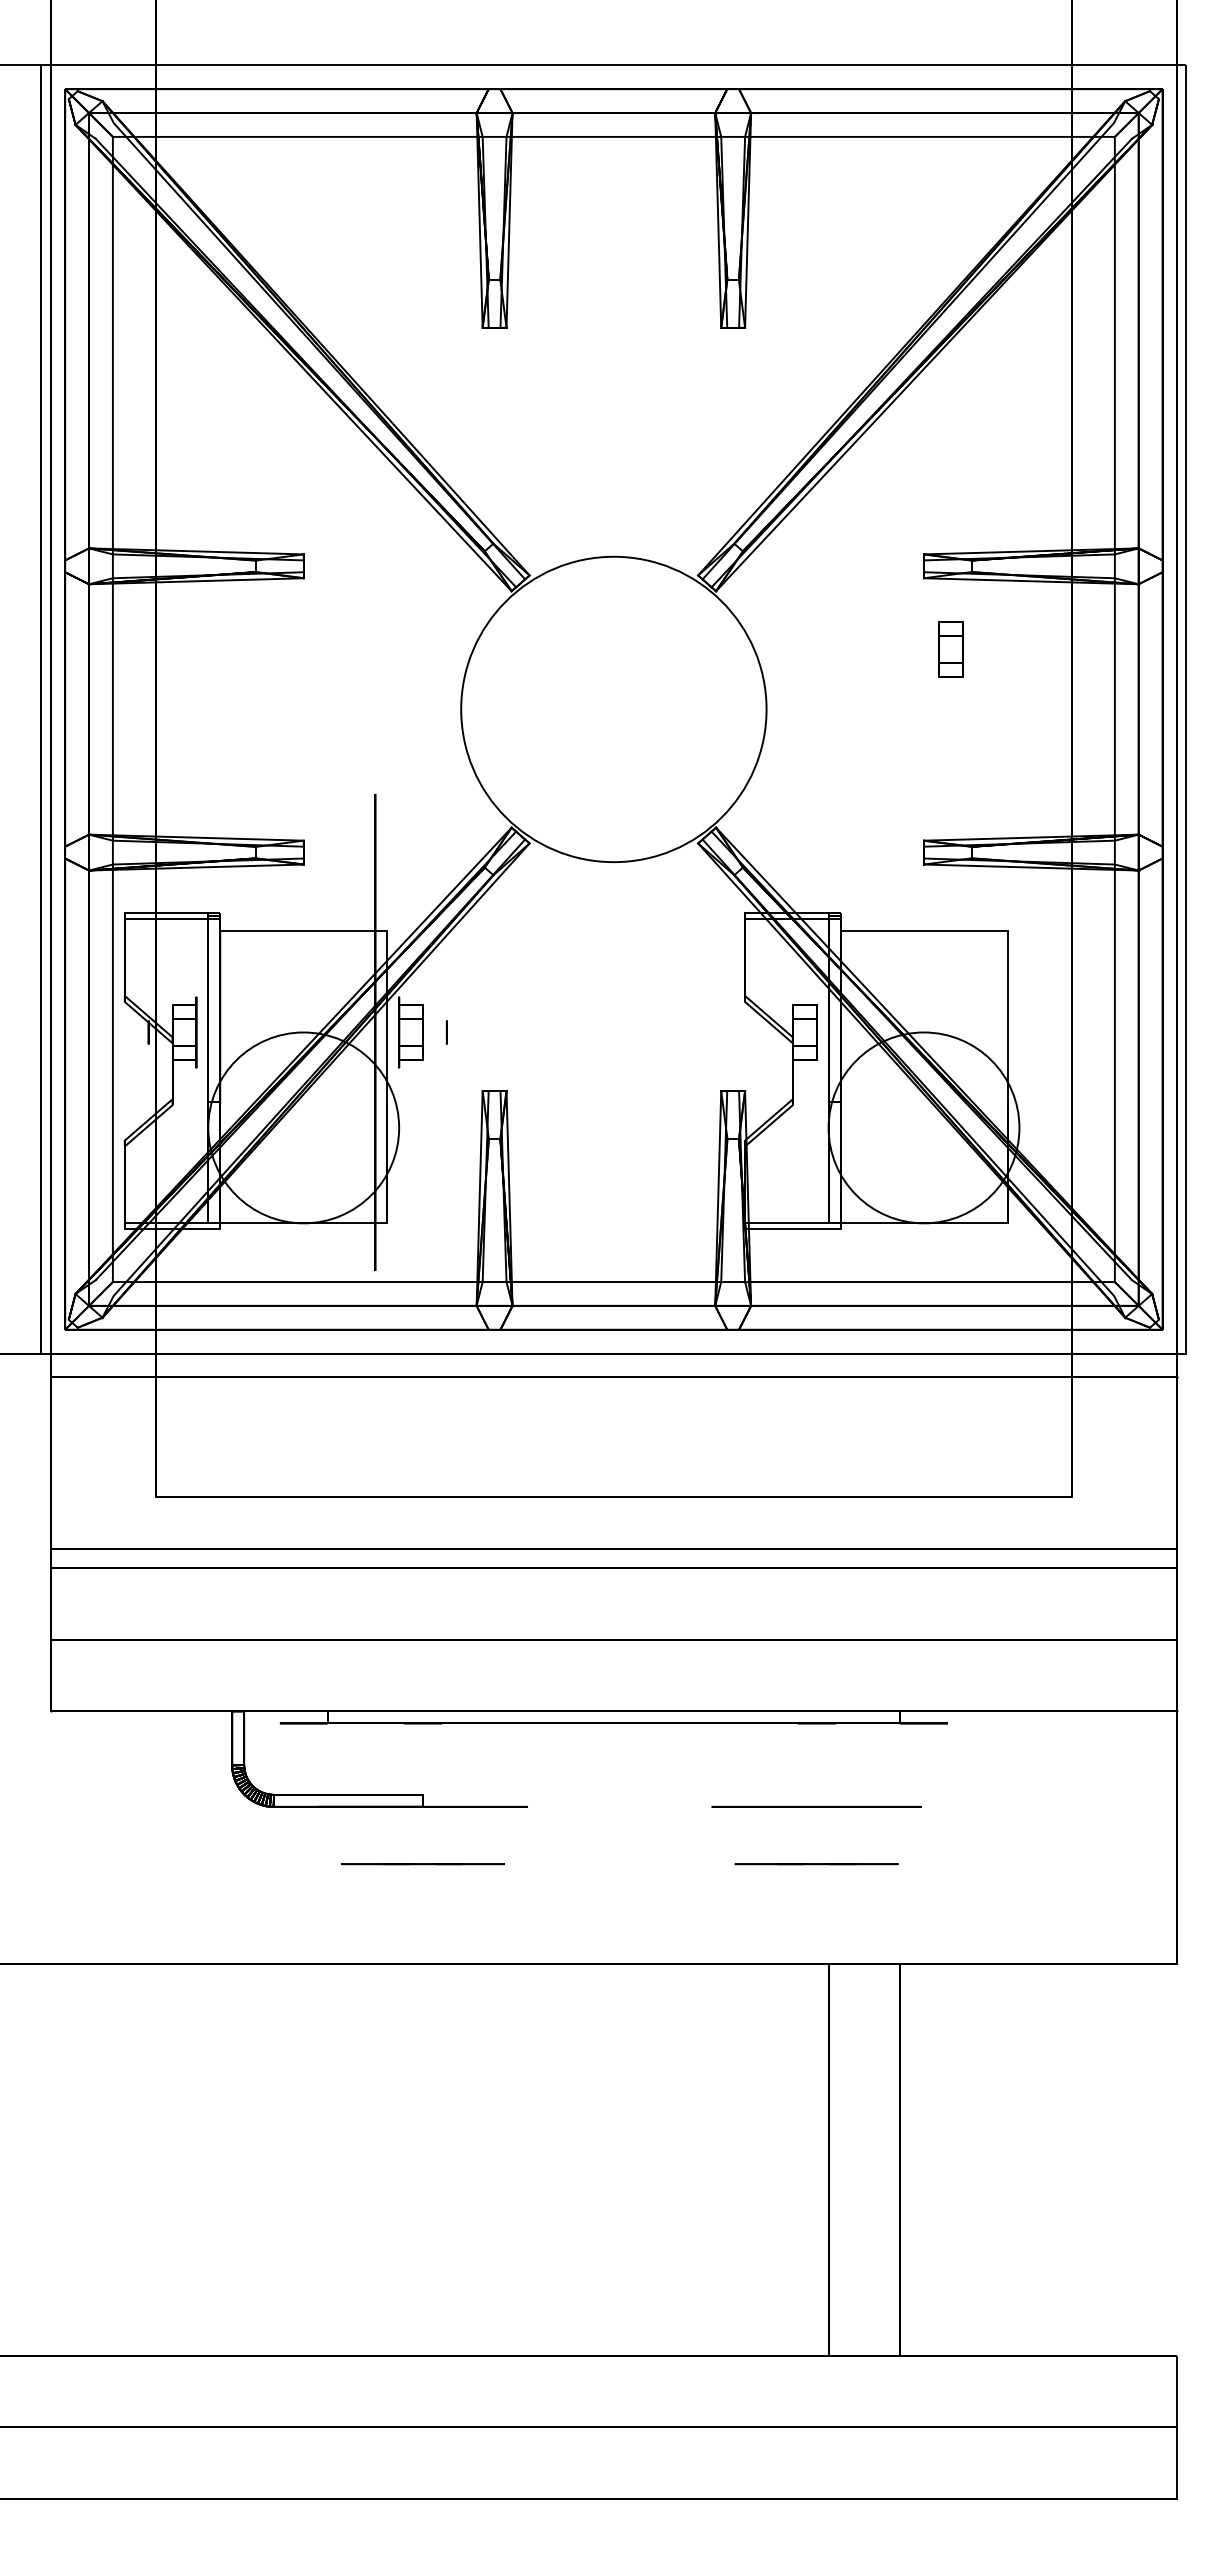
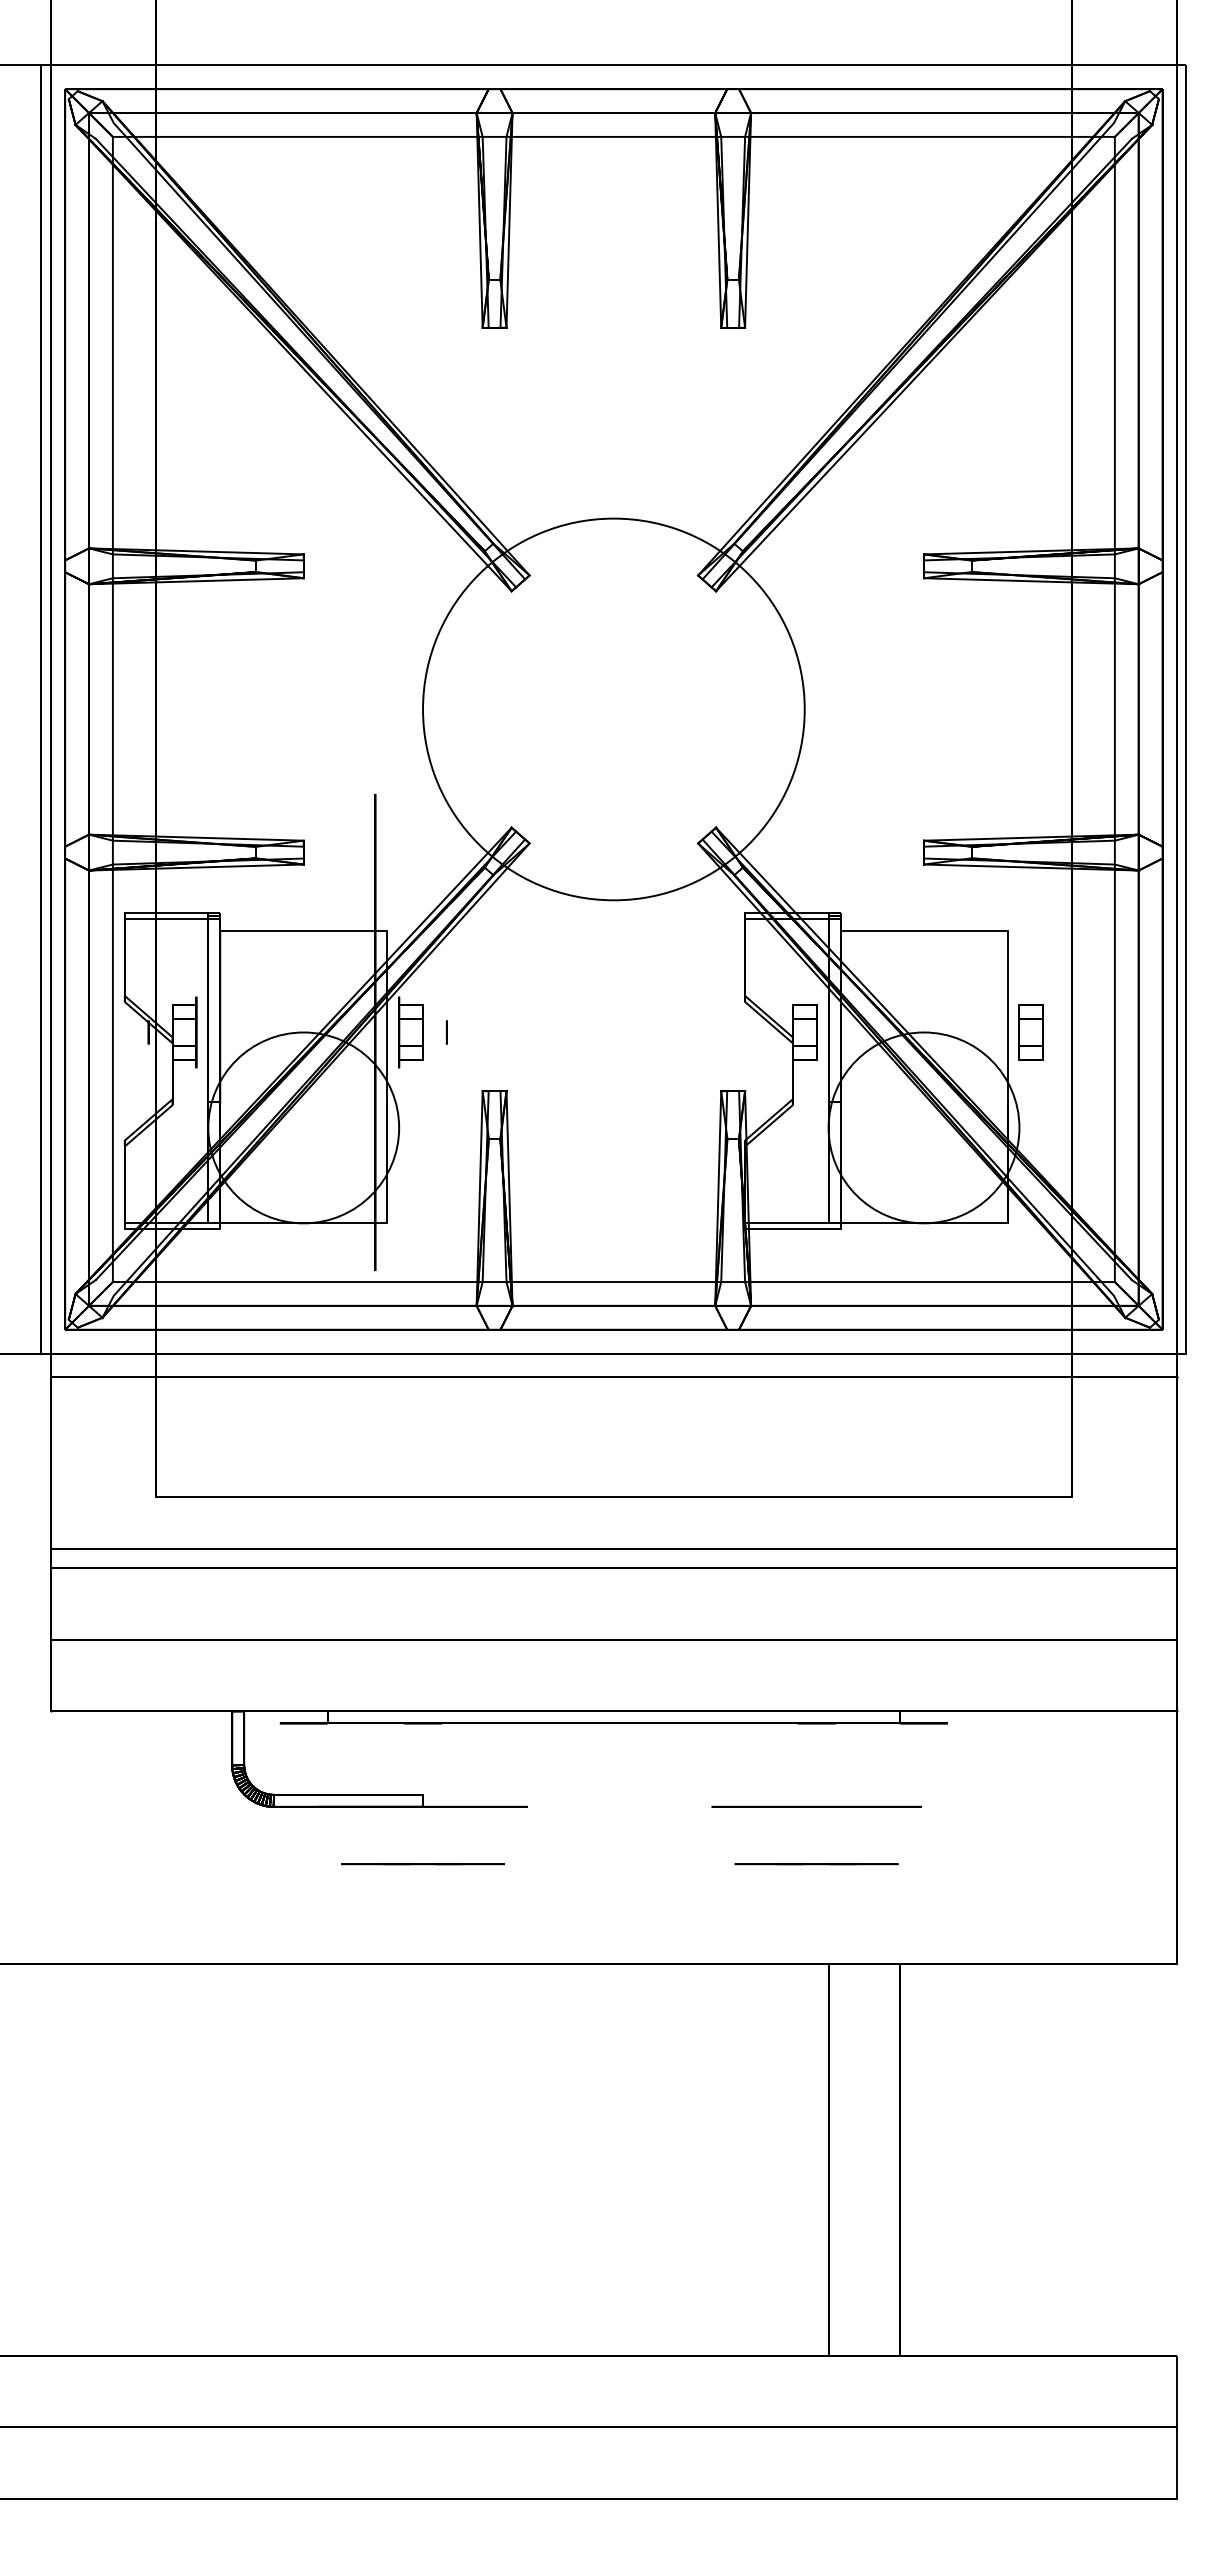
part at (950, 649) position: (950, 649) -> (1030, 1032)
circle at (613, 709) diameter: 305 px -> 382 px
